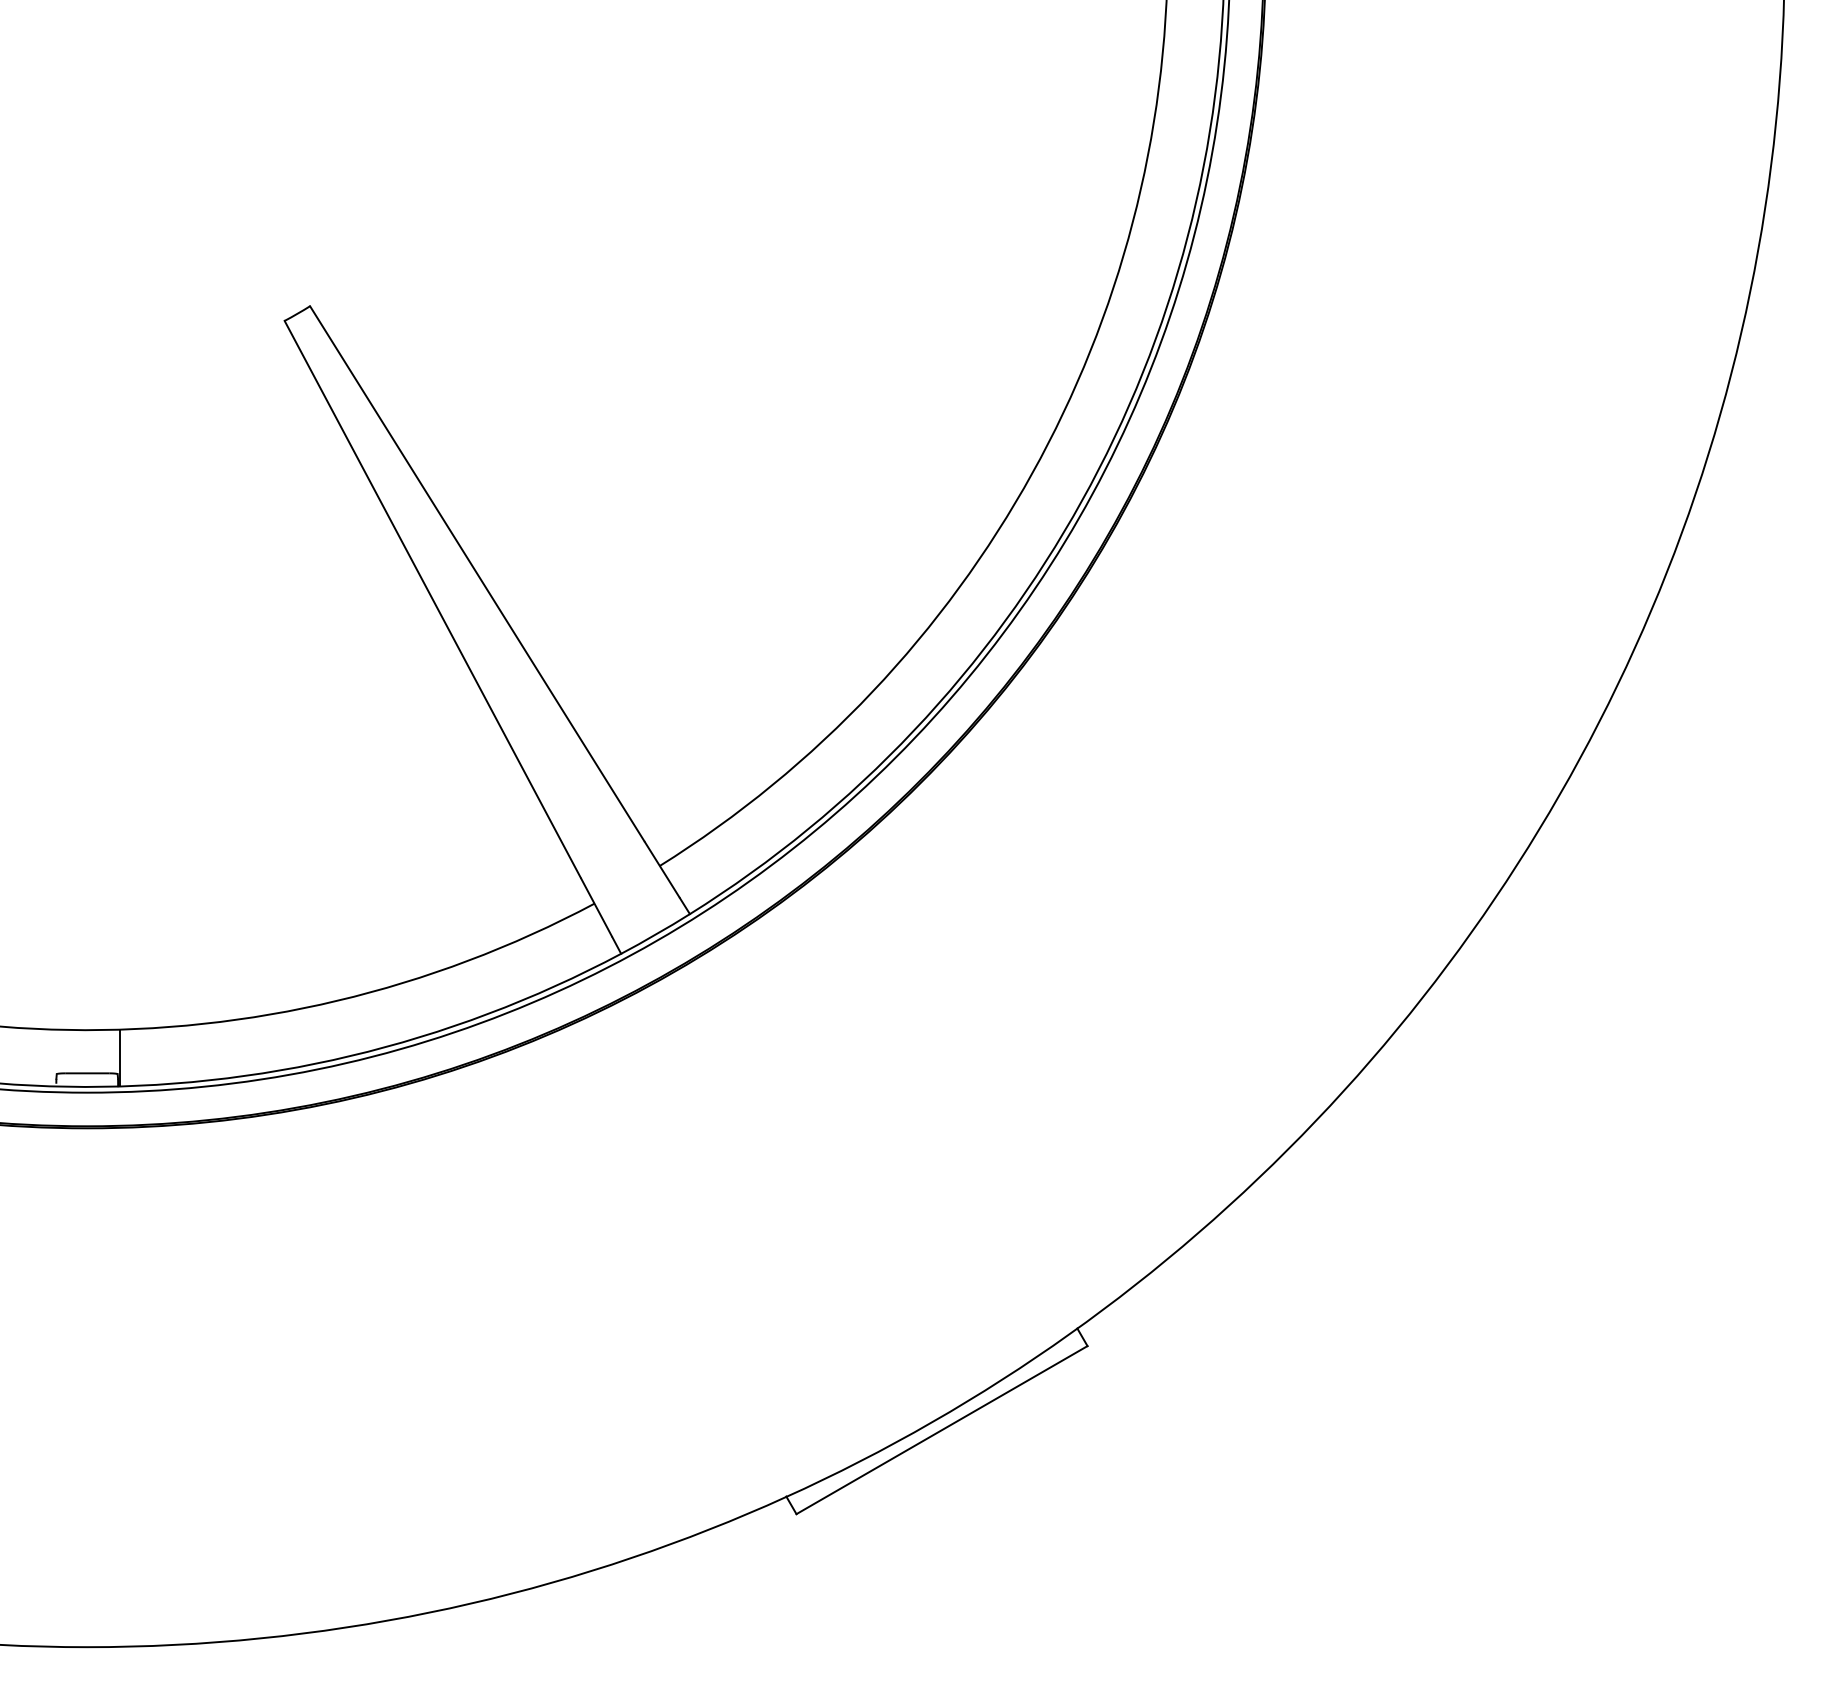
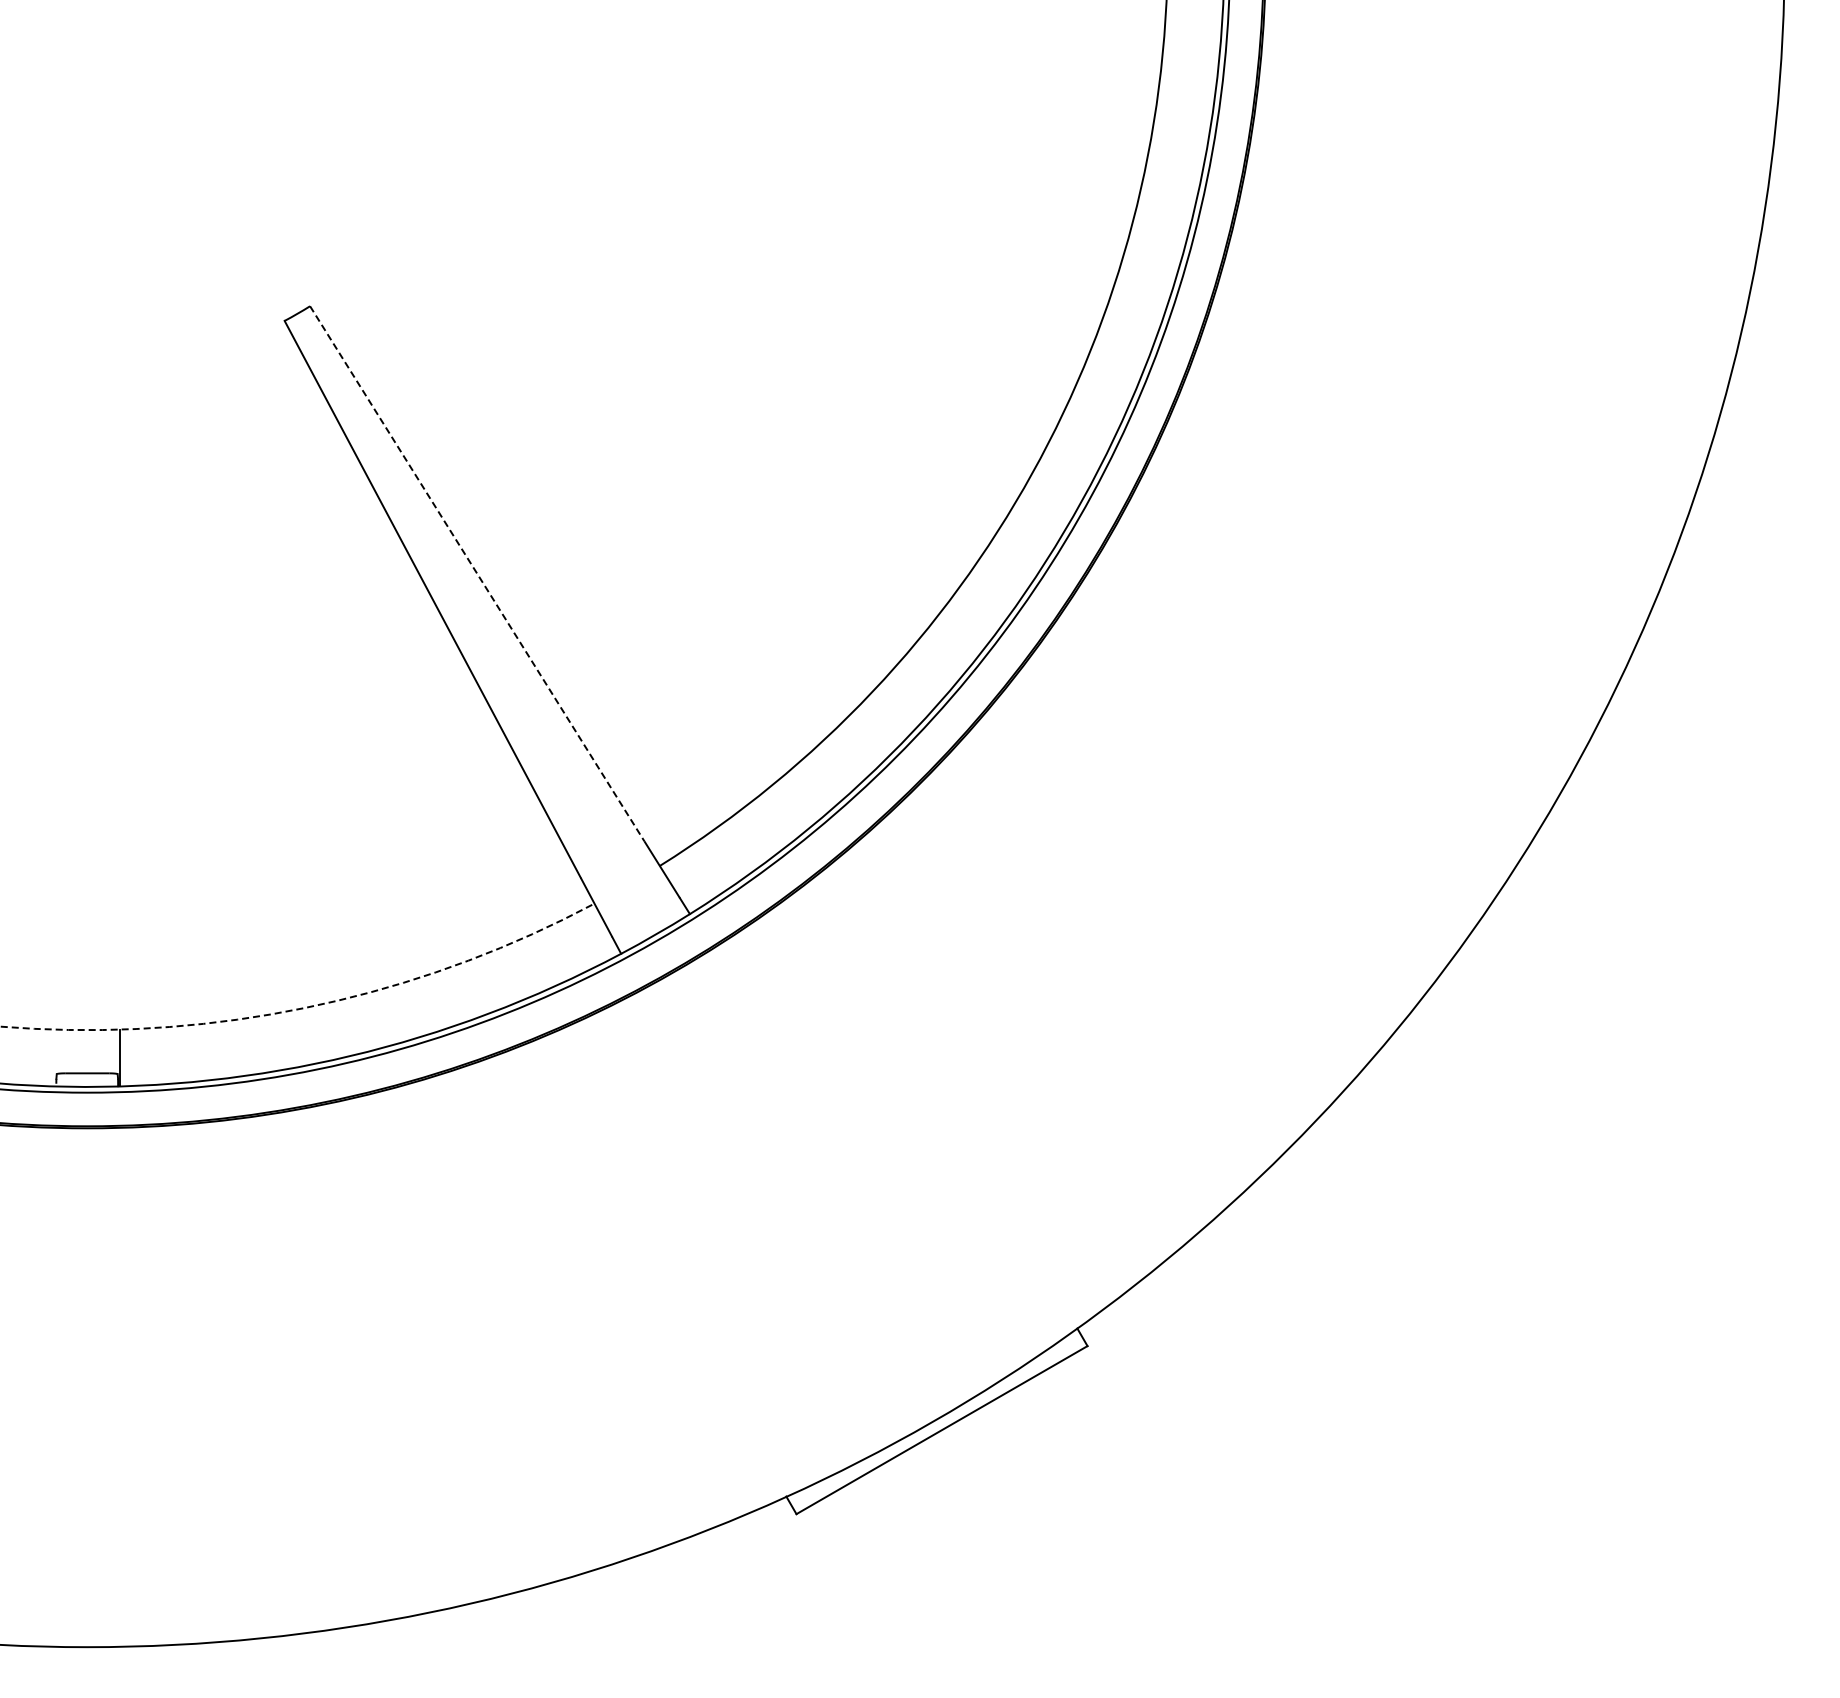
line at (477, 574): solid -> dashed
arc at (314, 1006): solid -> dashed
